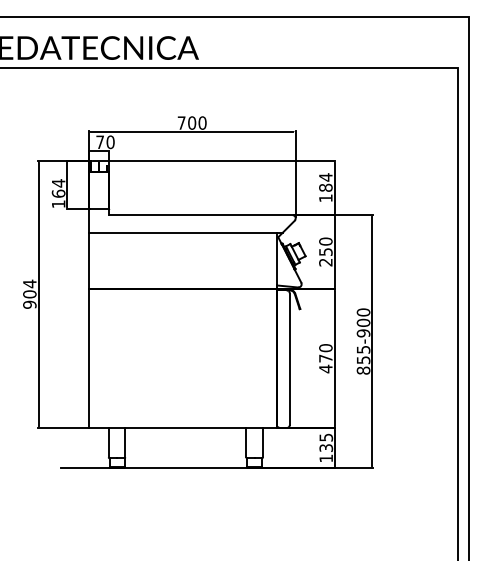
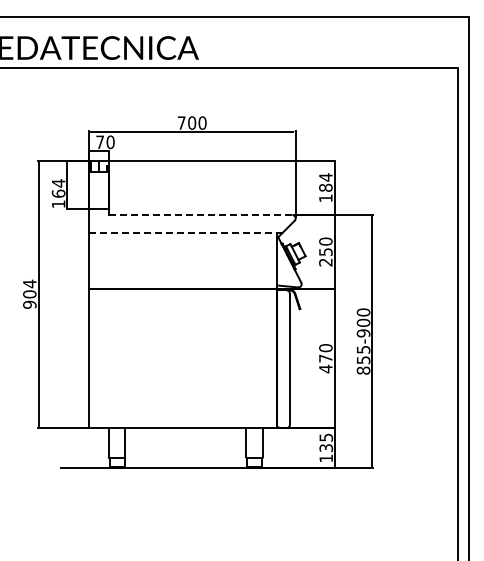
line at (200, 215): solid -> dashed
line at (185, 232): solid -> dashed
